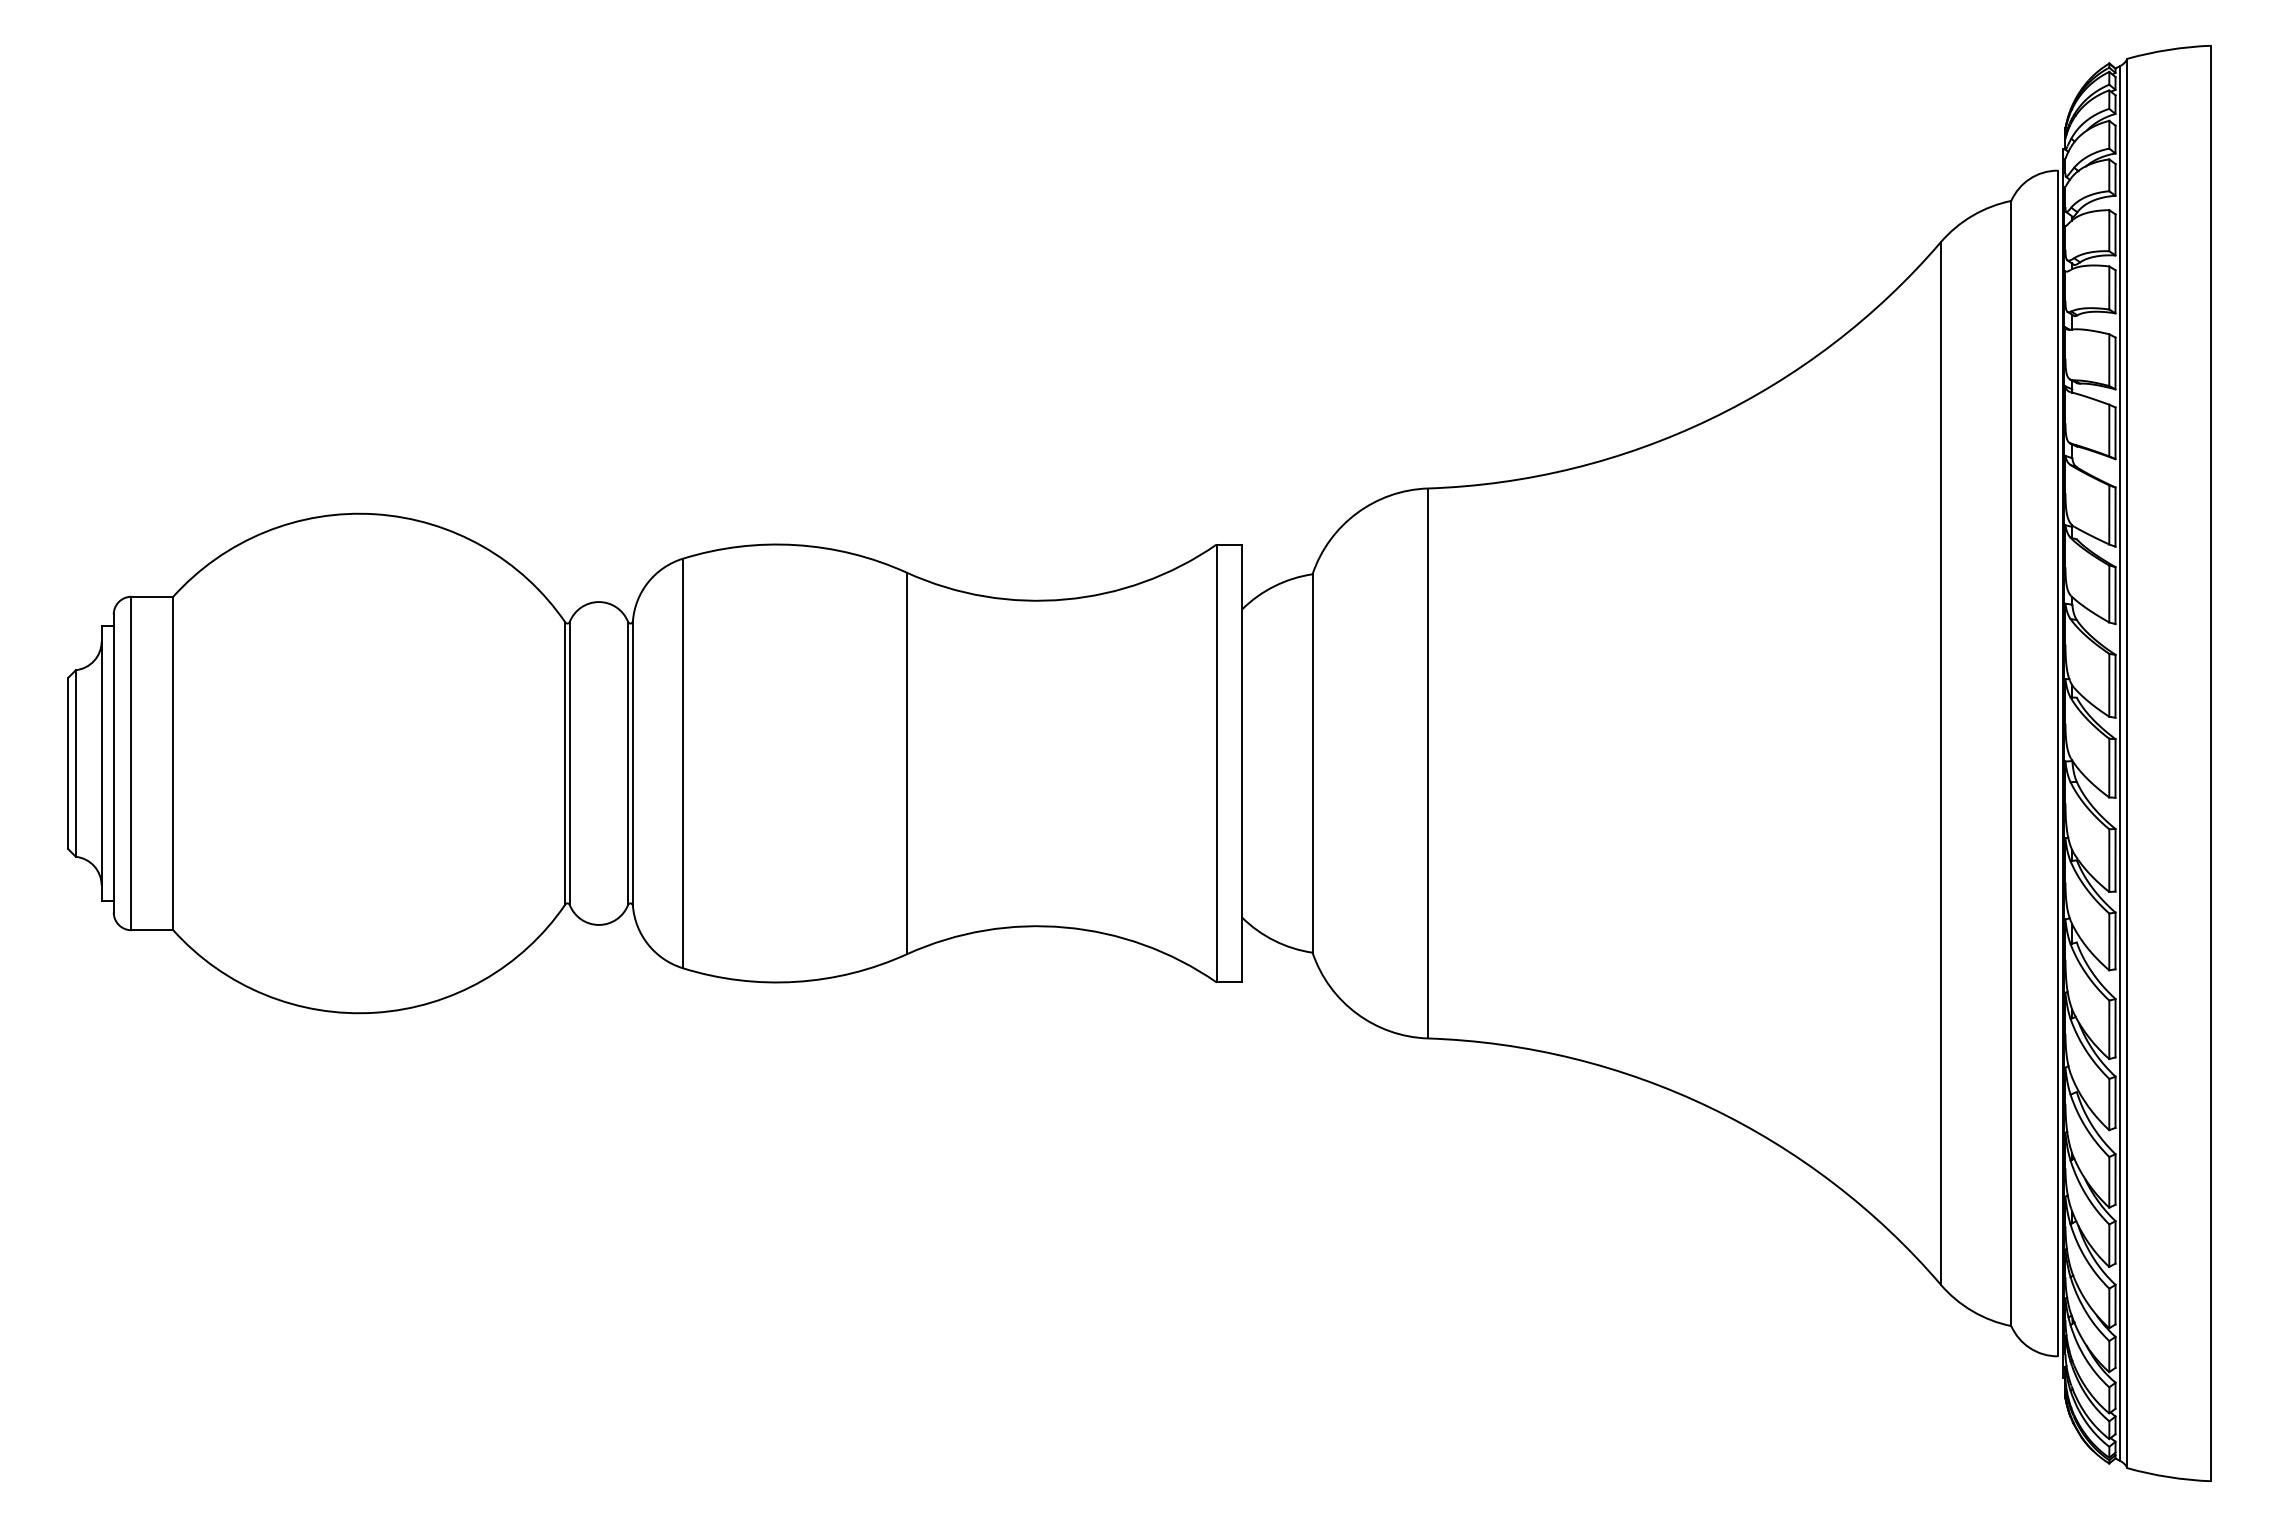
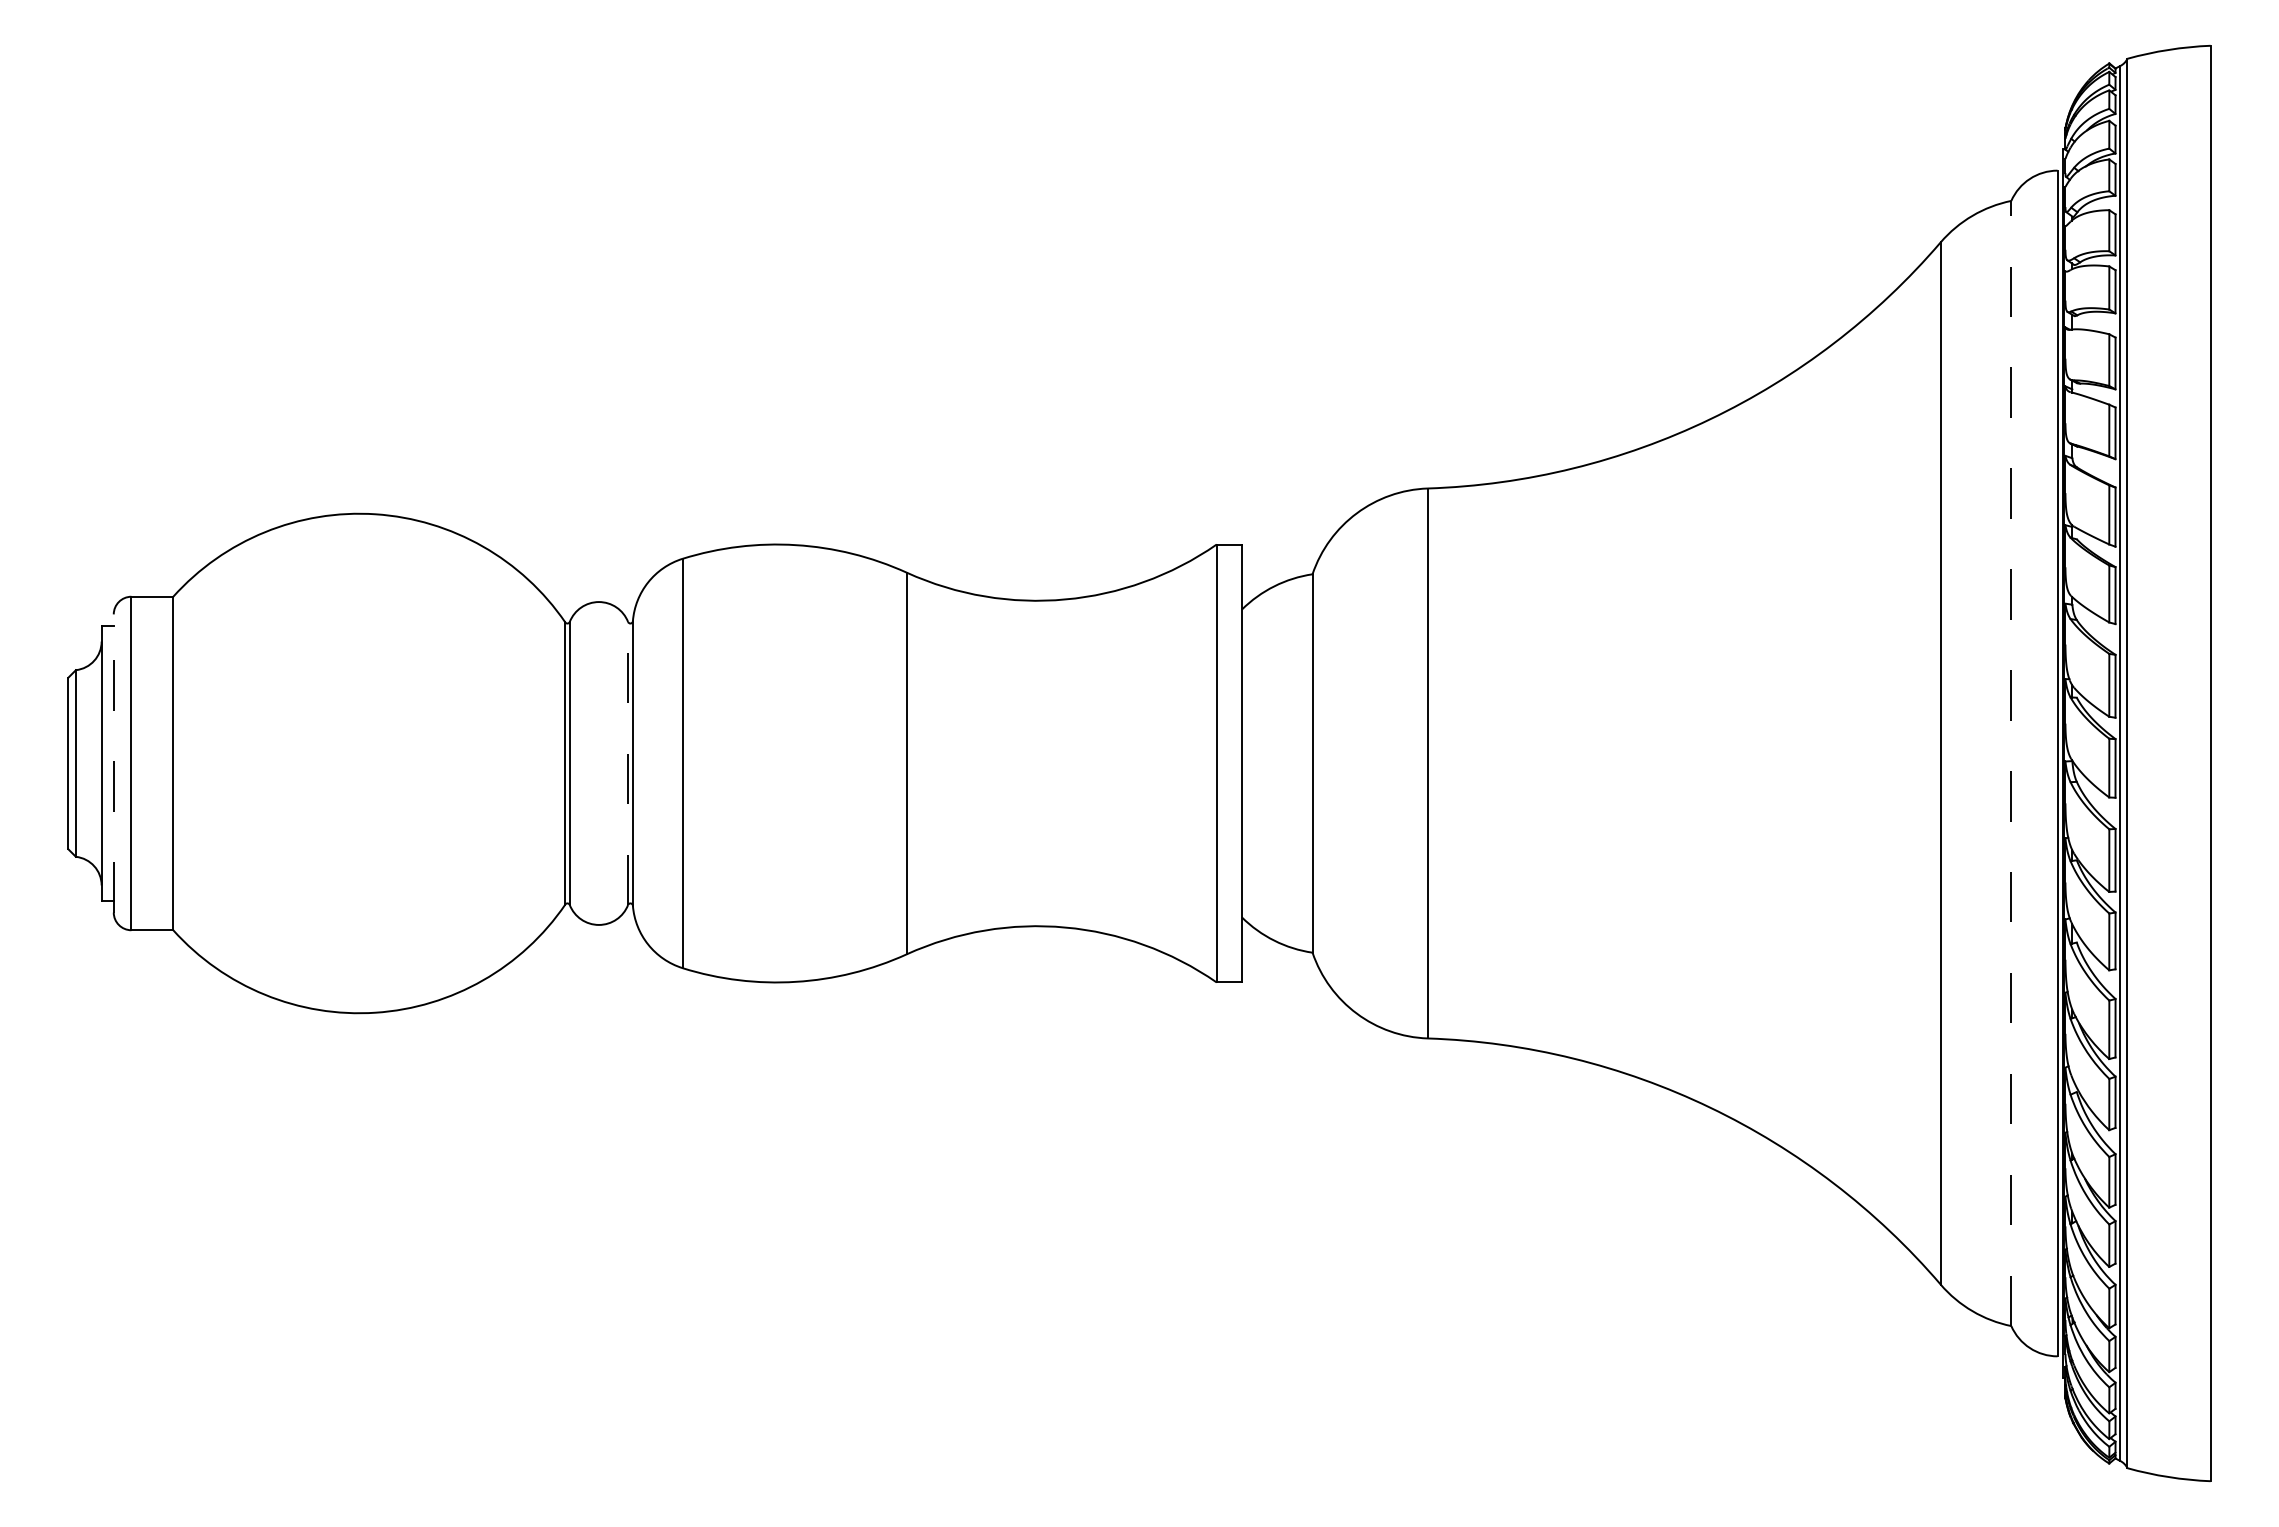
line at (113, 763): solid -> dashed
line at (628, 763): solid -> dashed
line at (2011, 763): solid -> dashed
